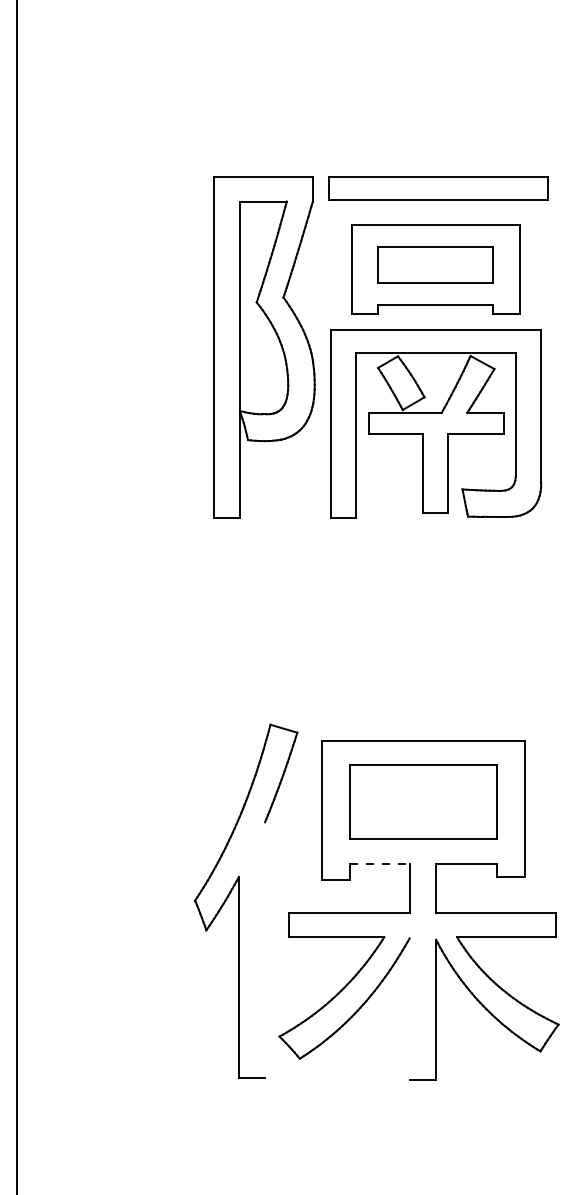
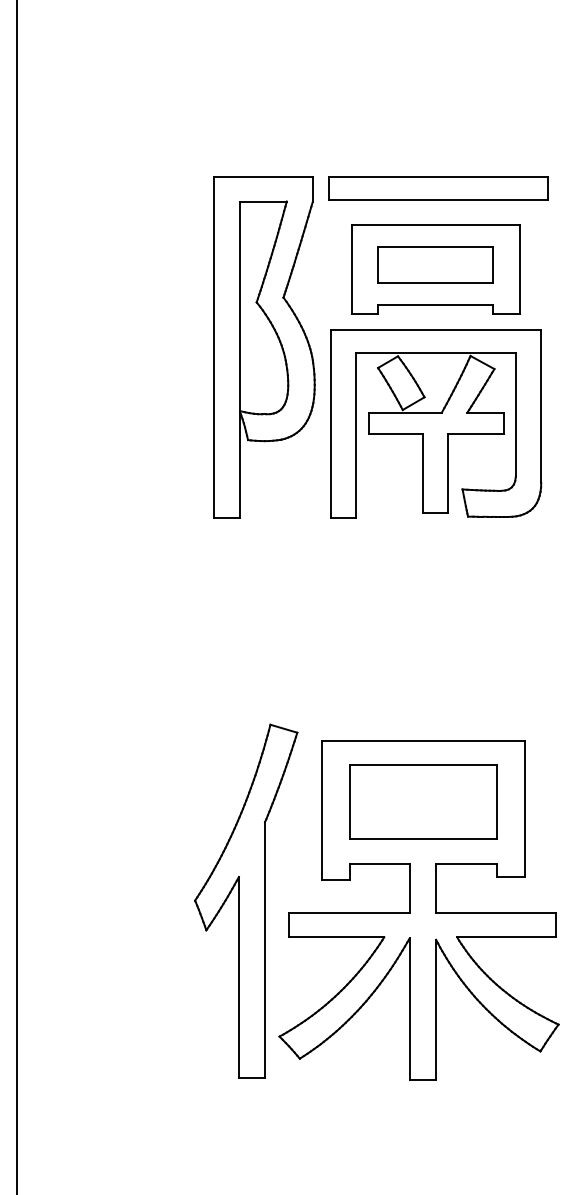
line at (379, 863): dashed -> solid
line at (264, 950): none -> present
line at (409, 1009): none -> present
